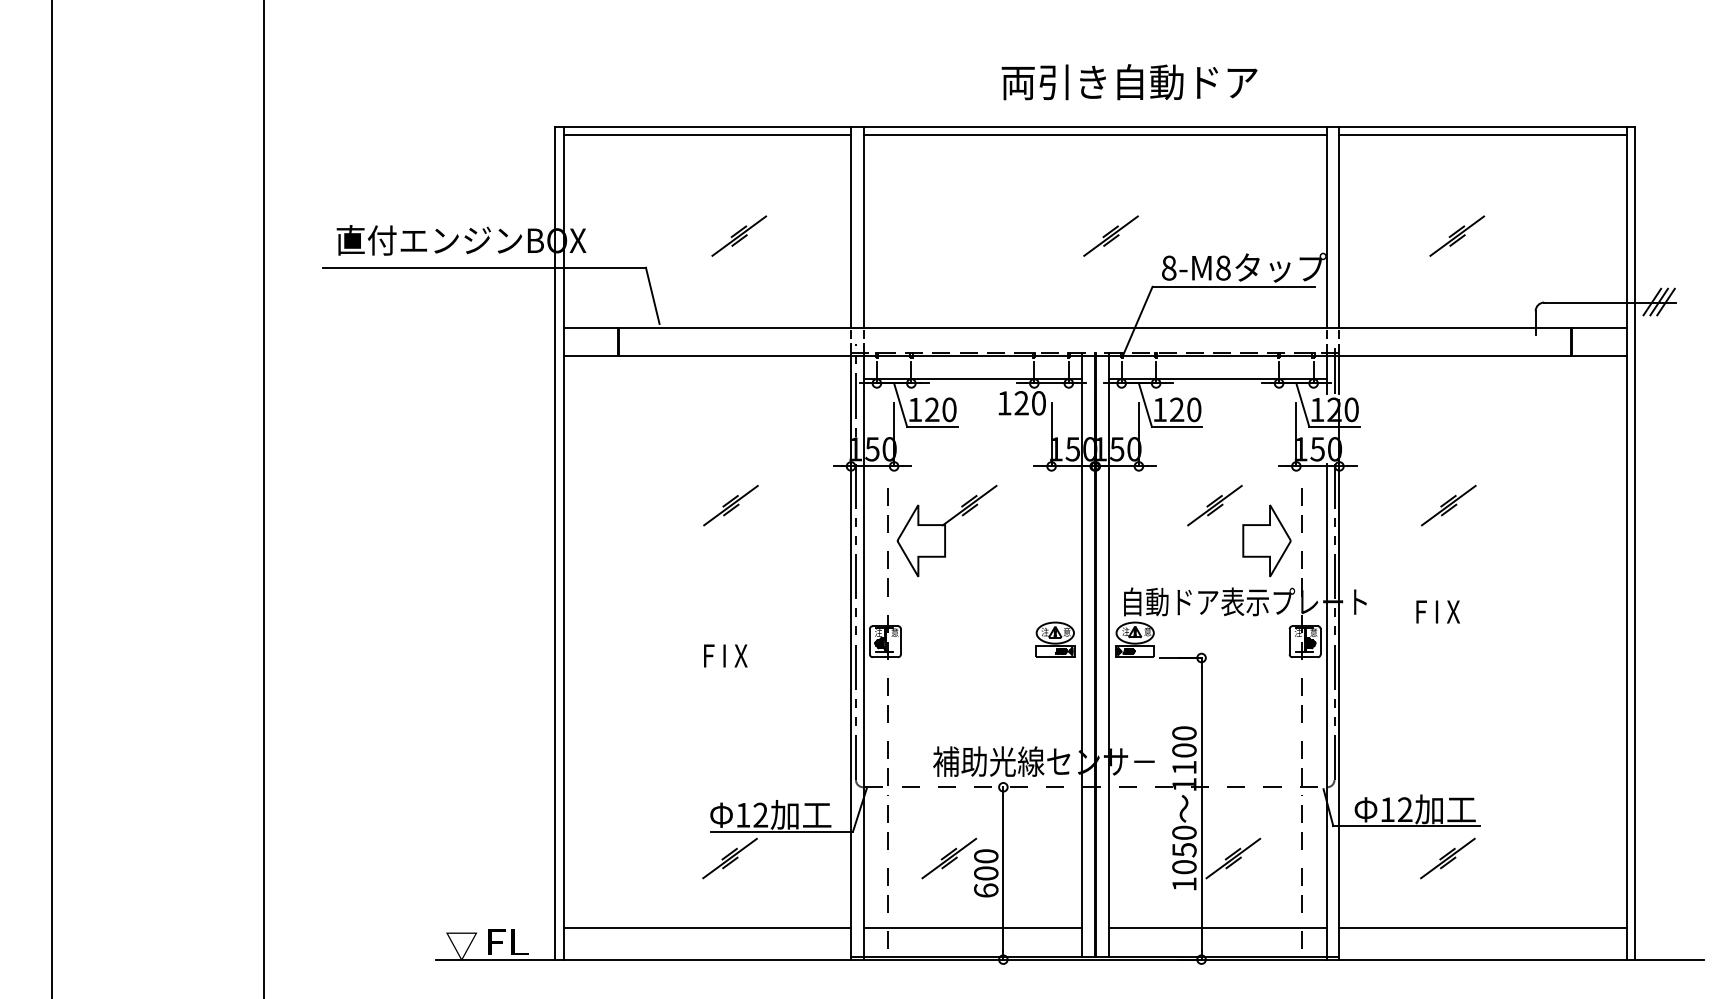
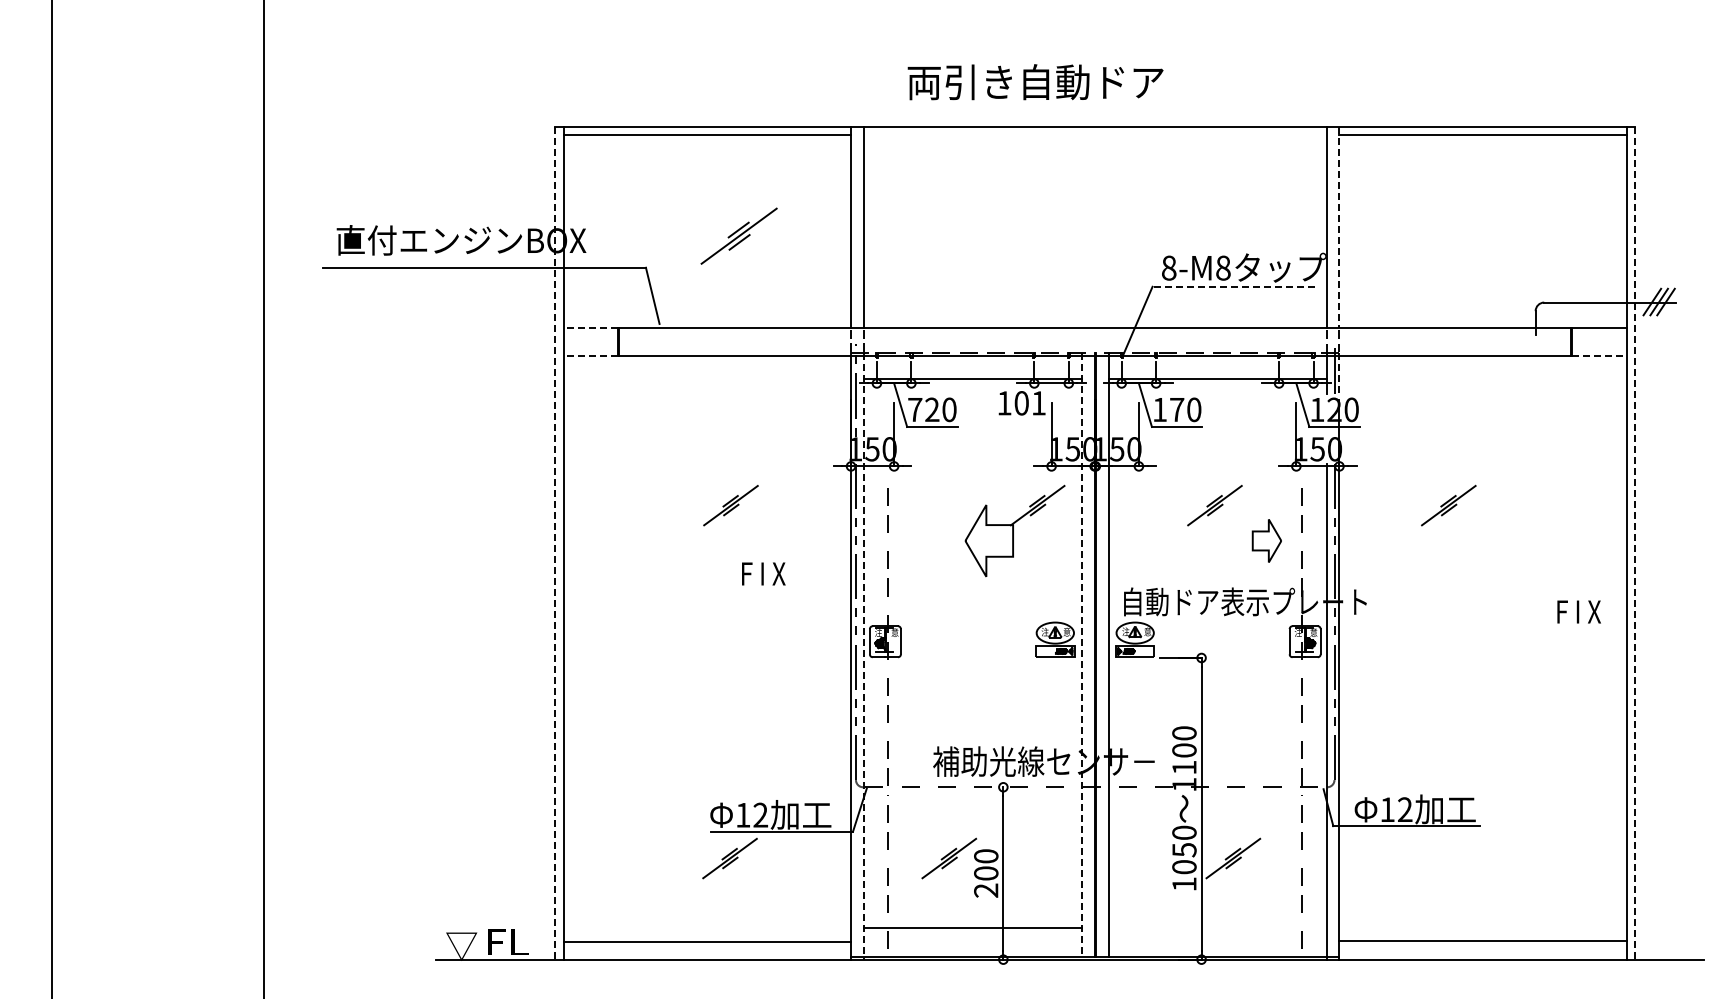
text at (1129, 82) position: (1129, 82) -> (1035, 82)
line at (1094, 135): present -> none
line at (1339, 227): solid -> dashed
part at (739, 235) size: 57x42 px -> 78x58 px
part at (1110, 235): present -> none
part at (1457, 235): present -> none
line at (1233, 286): solid -> dashed
line at (590, 327): solid -> dashed
line at (590, 356): solid -> dashed
line at (1599, 356): solid -> dashed
line at (1339, 374): solid -> dashed
text at (1029, 403): 120 -> 101
text at (915, 409): 120 -> 720
text at (1177, 409): 120 -> 170
part at (946, 530) position: (946, 530) -> (1014, 530)
part at (1266, 540) size: 50x74 px -> 31x44 px
line at (555, 543): solid -> dashed
line at (1635, 543): solid -> dashed
text at (1437, 611) position: (1437, 611) -> (1578, 611)
text at (725, 655) position: (725, 655) -> (763, 573)
line at (1081, 655): solid -> dashed
line at (863, 657): solid -> dashed
part at (1447, 858): present -> none
text at (986, 890): 600 -> 200
line at (707, 928) position: (707, 928) -> (707, 942)
line at (1217, 928): present -> none
line at (1482, 928) position: (1482, 928) -> (1482, 941)
